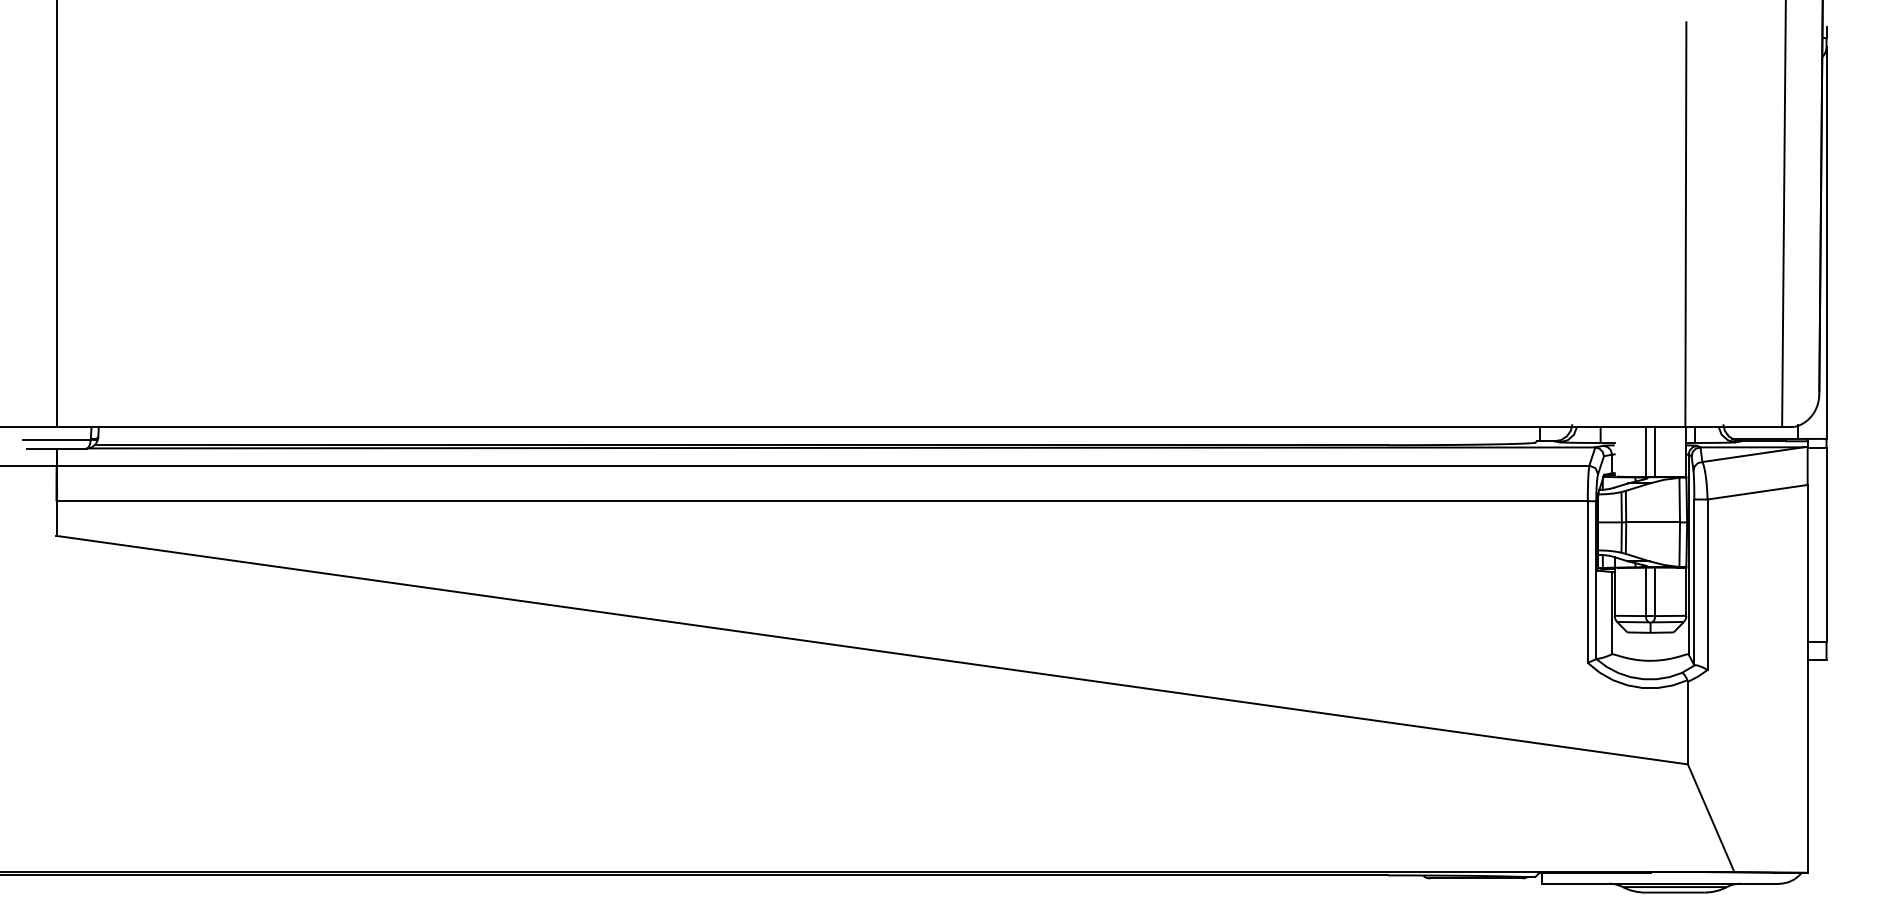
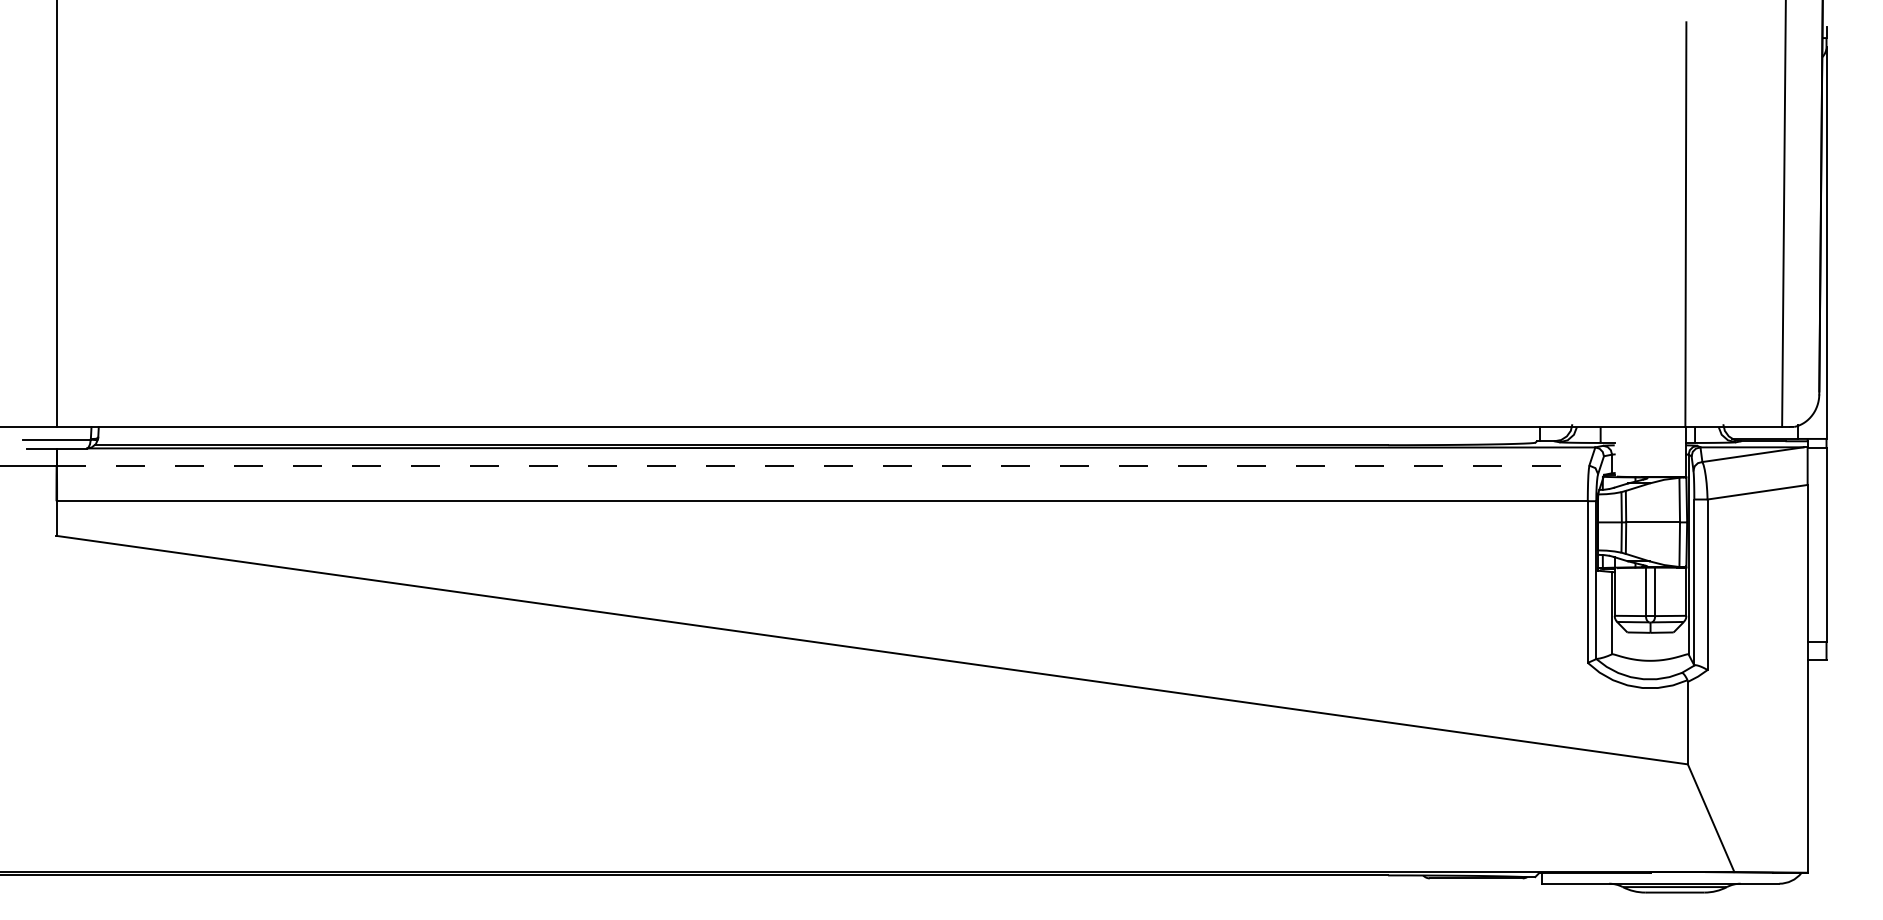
line at (1645, 451): present -> none
line at (1655, 451): present -> none
line at (823, 465): solid -> dashed
